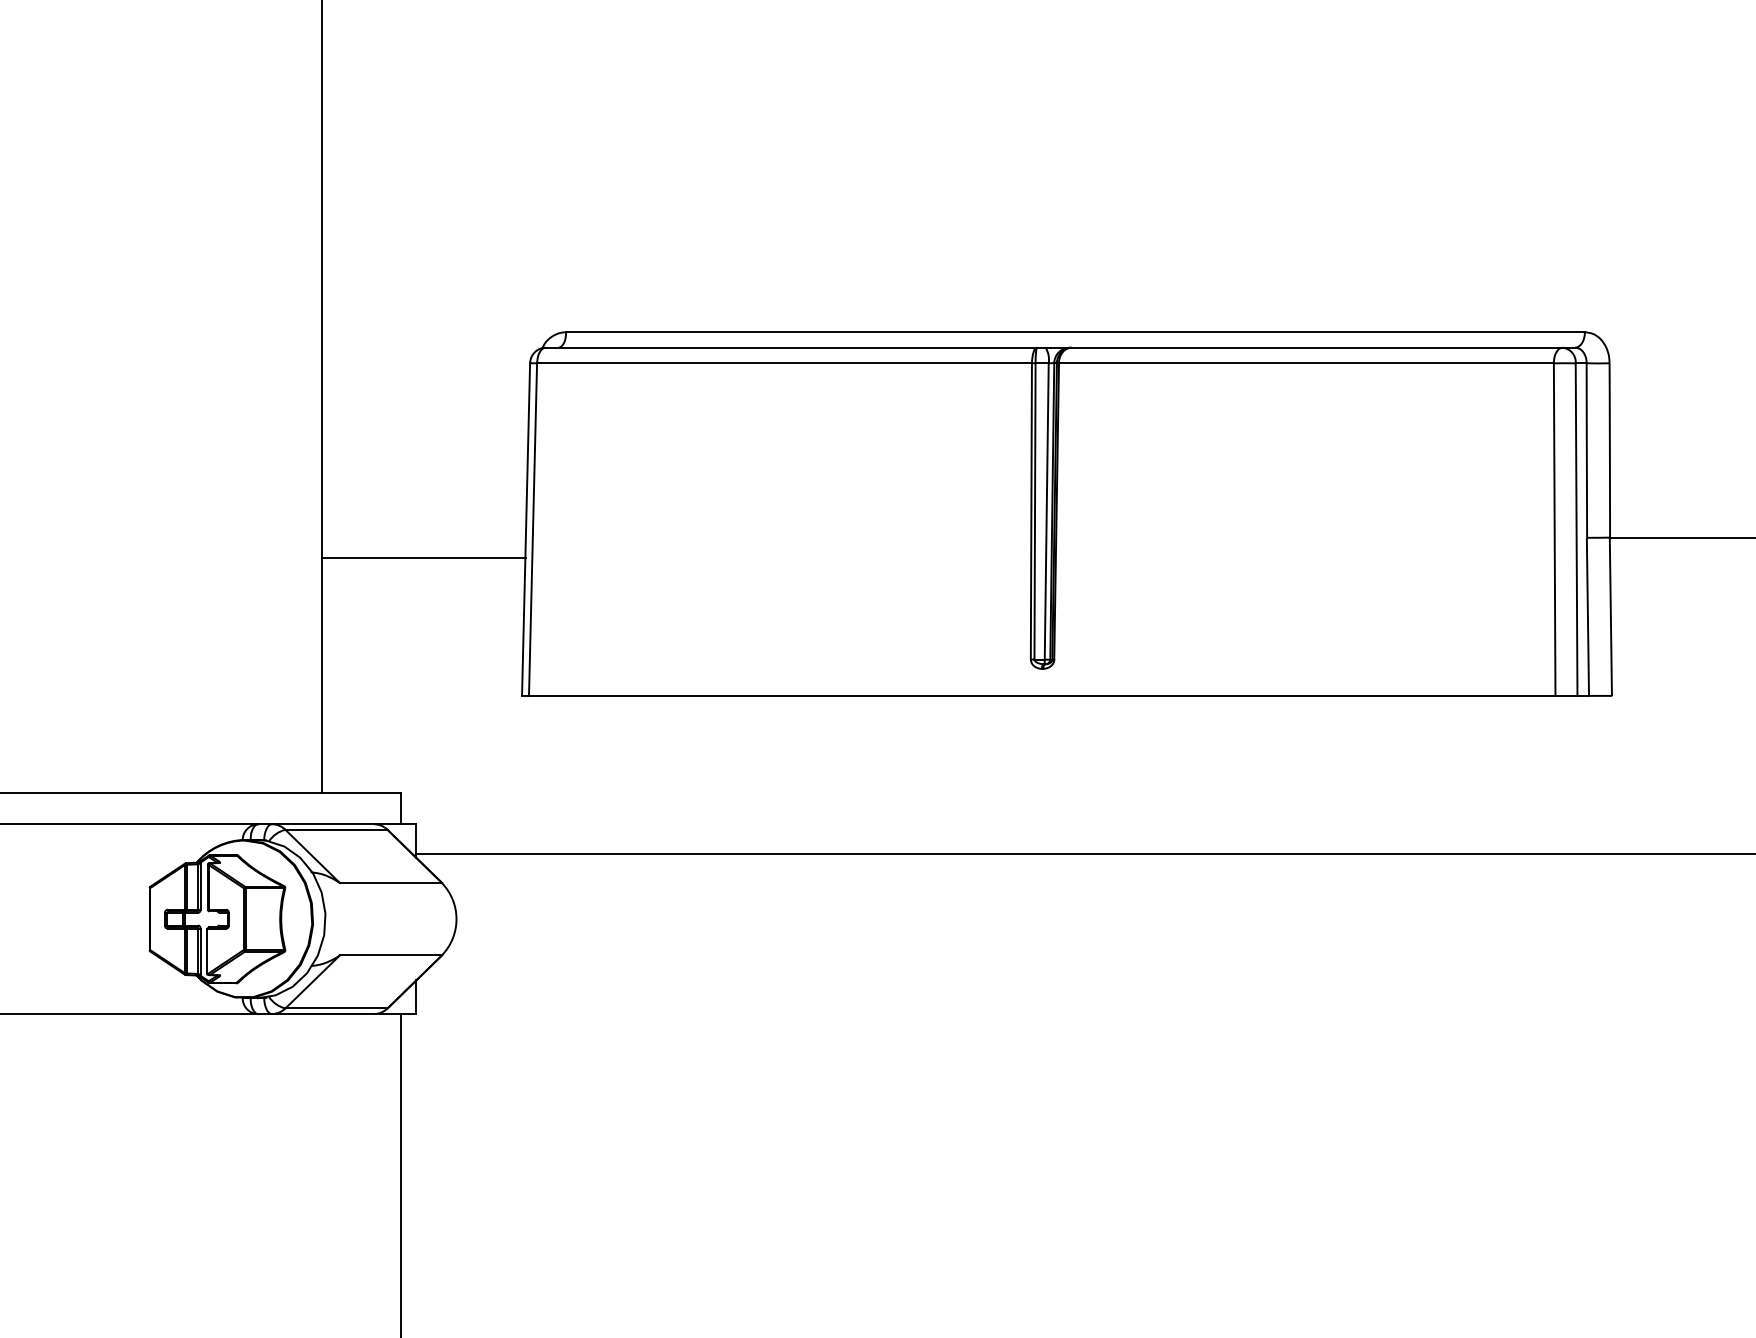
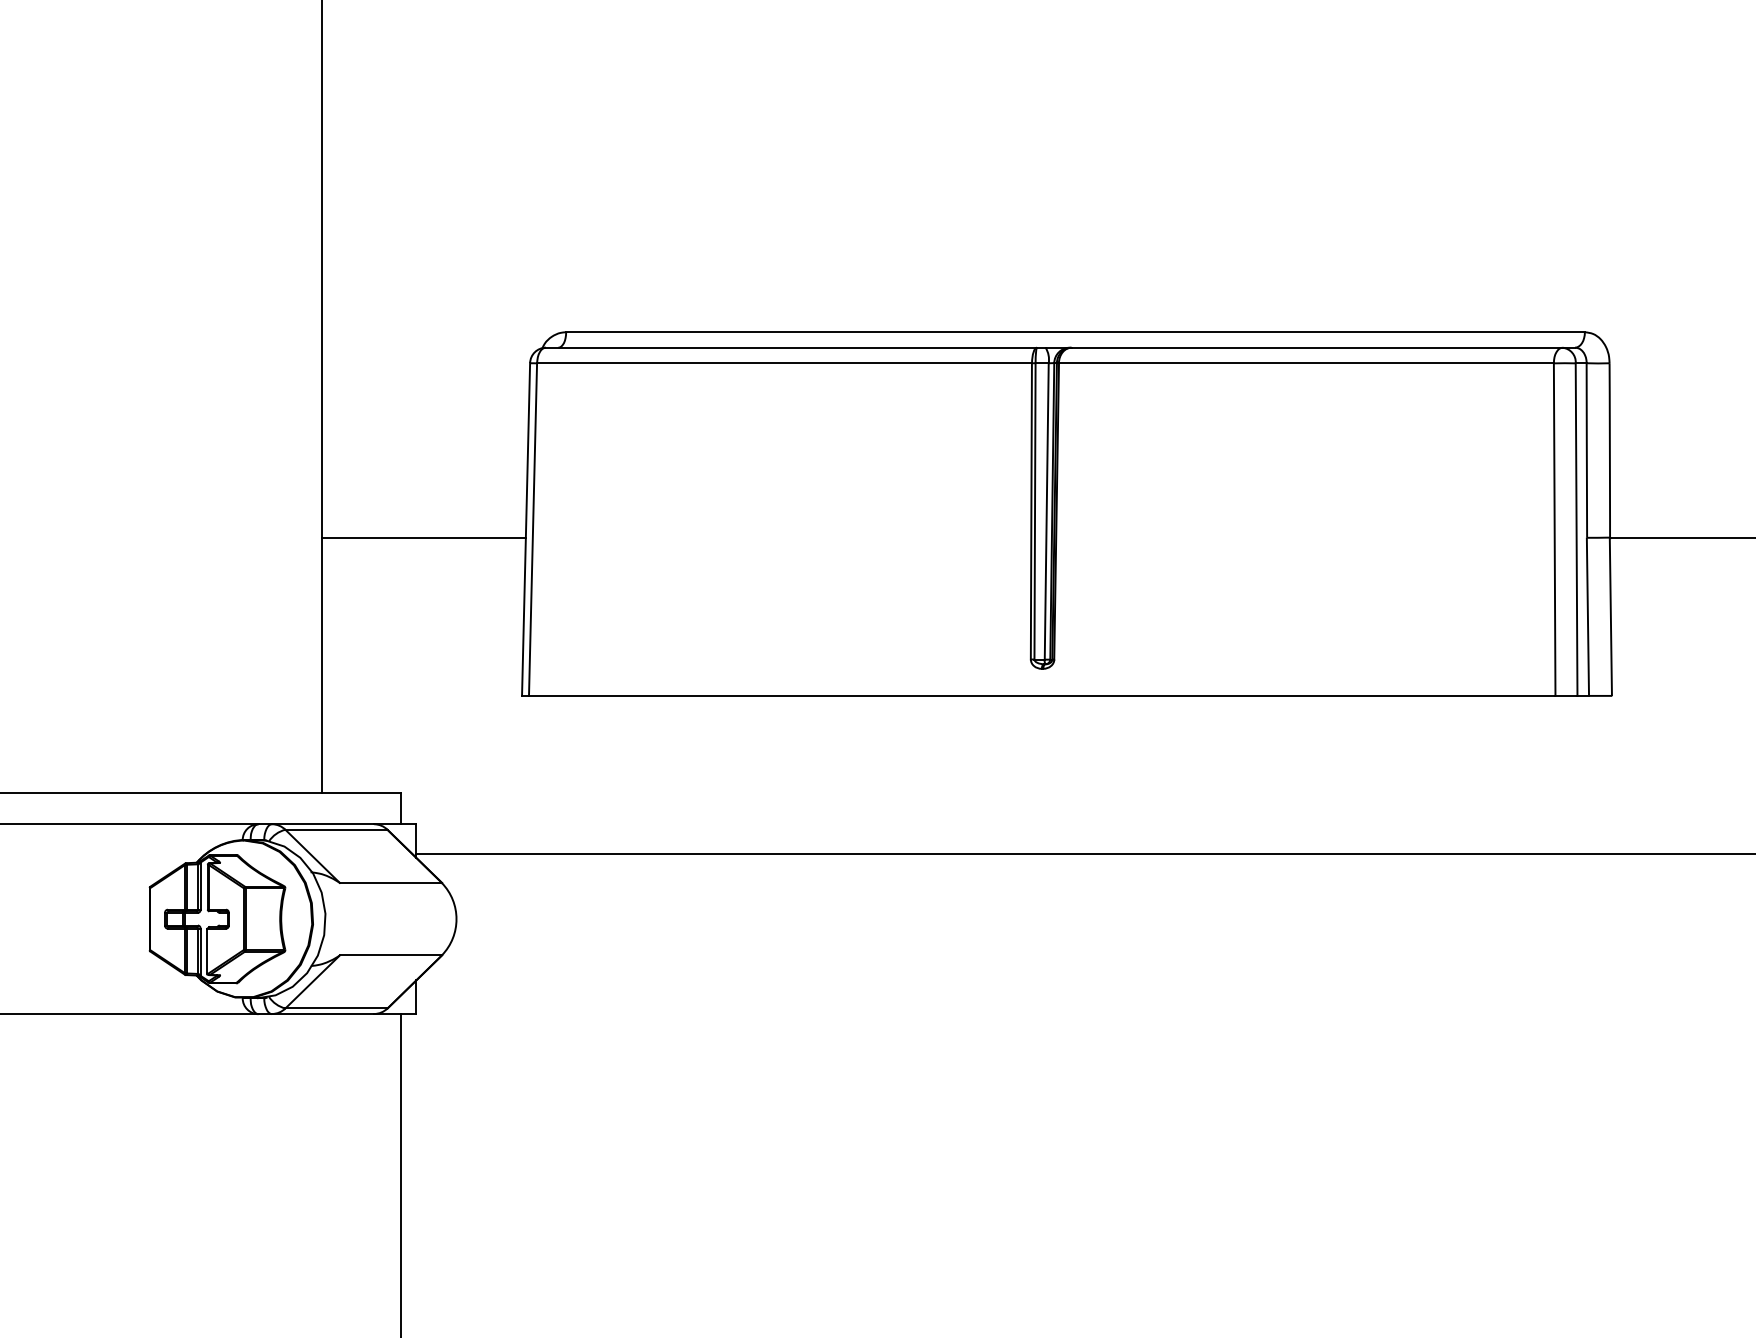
line at (423, 557) position: (423, 557) -> (423, 537)
